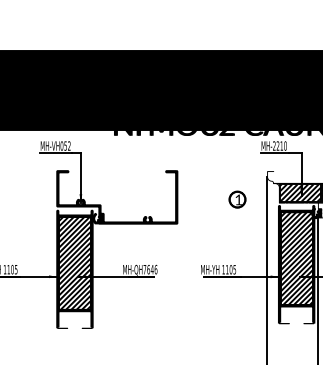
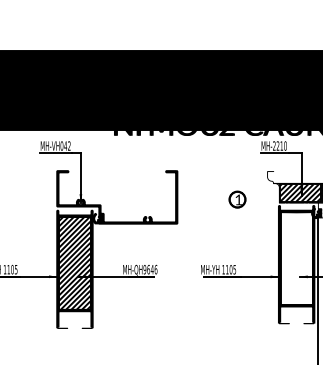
text at (65, 145): MH-VH052 -> MH-VH042
hatch at (296, 258): present -> none
text at (144, 269): MH-QH7646 -> MH-QH9646
line at (267, 269): present -> none
